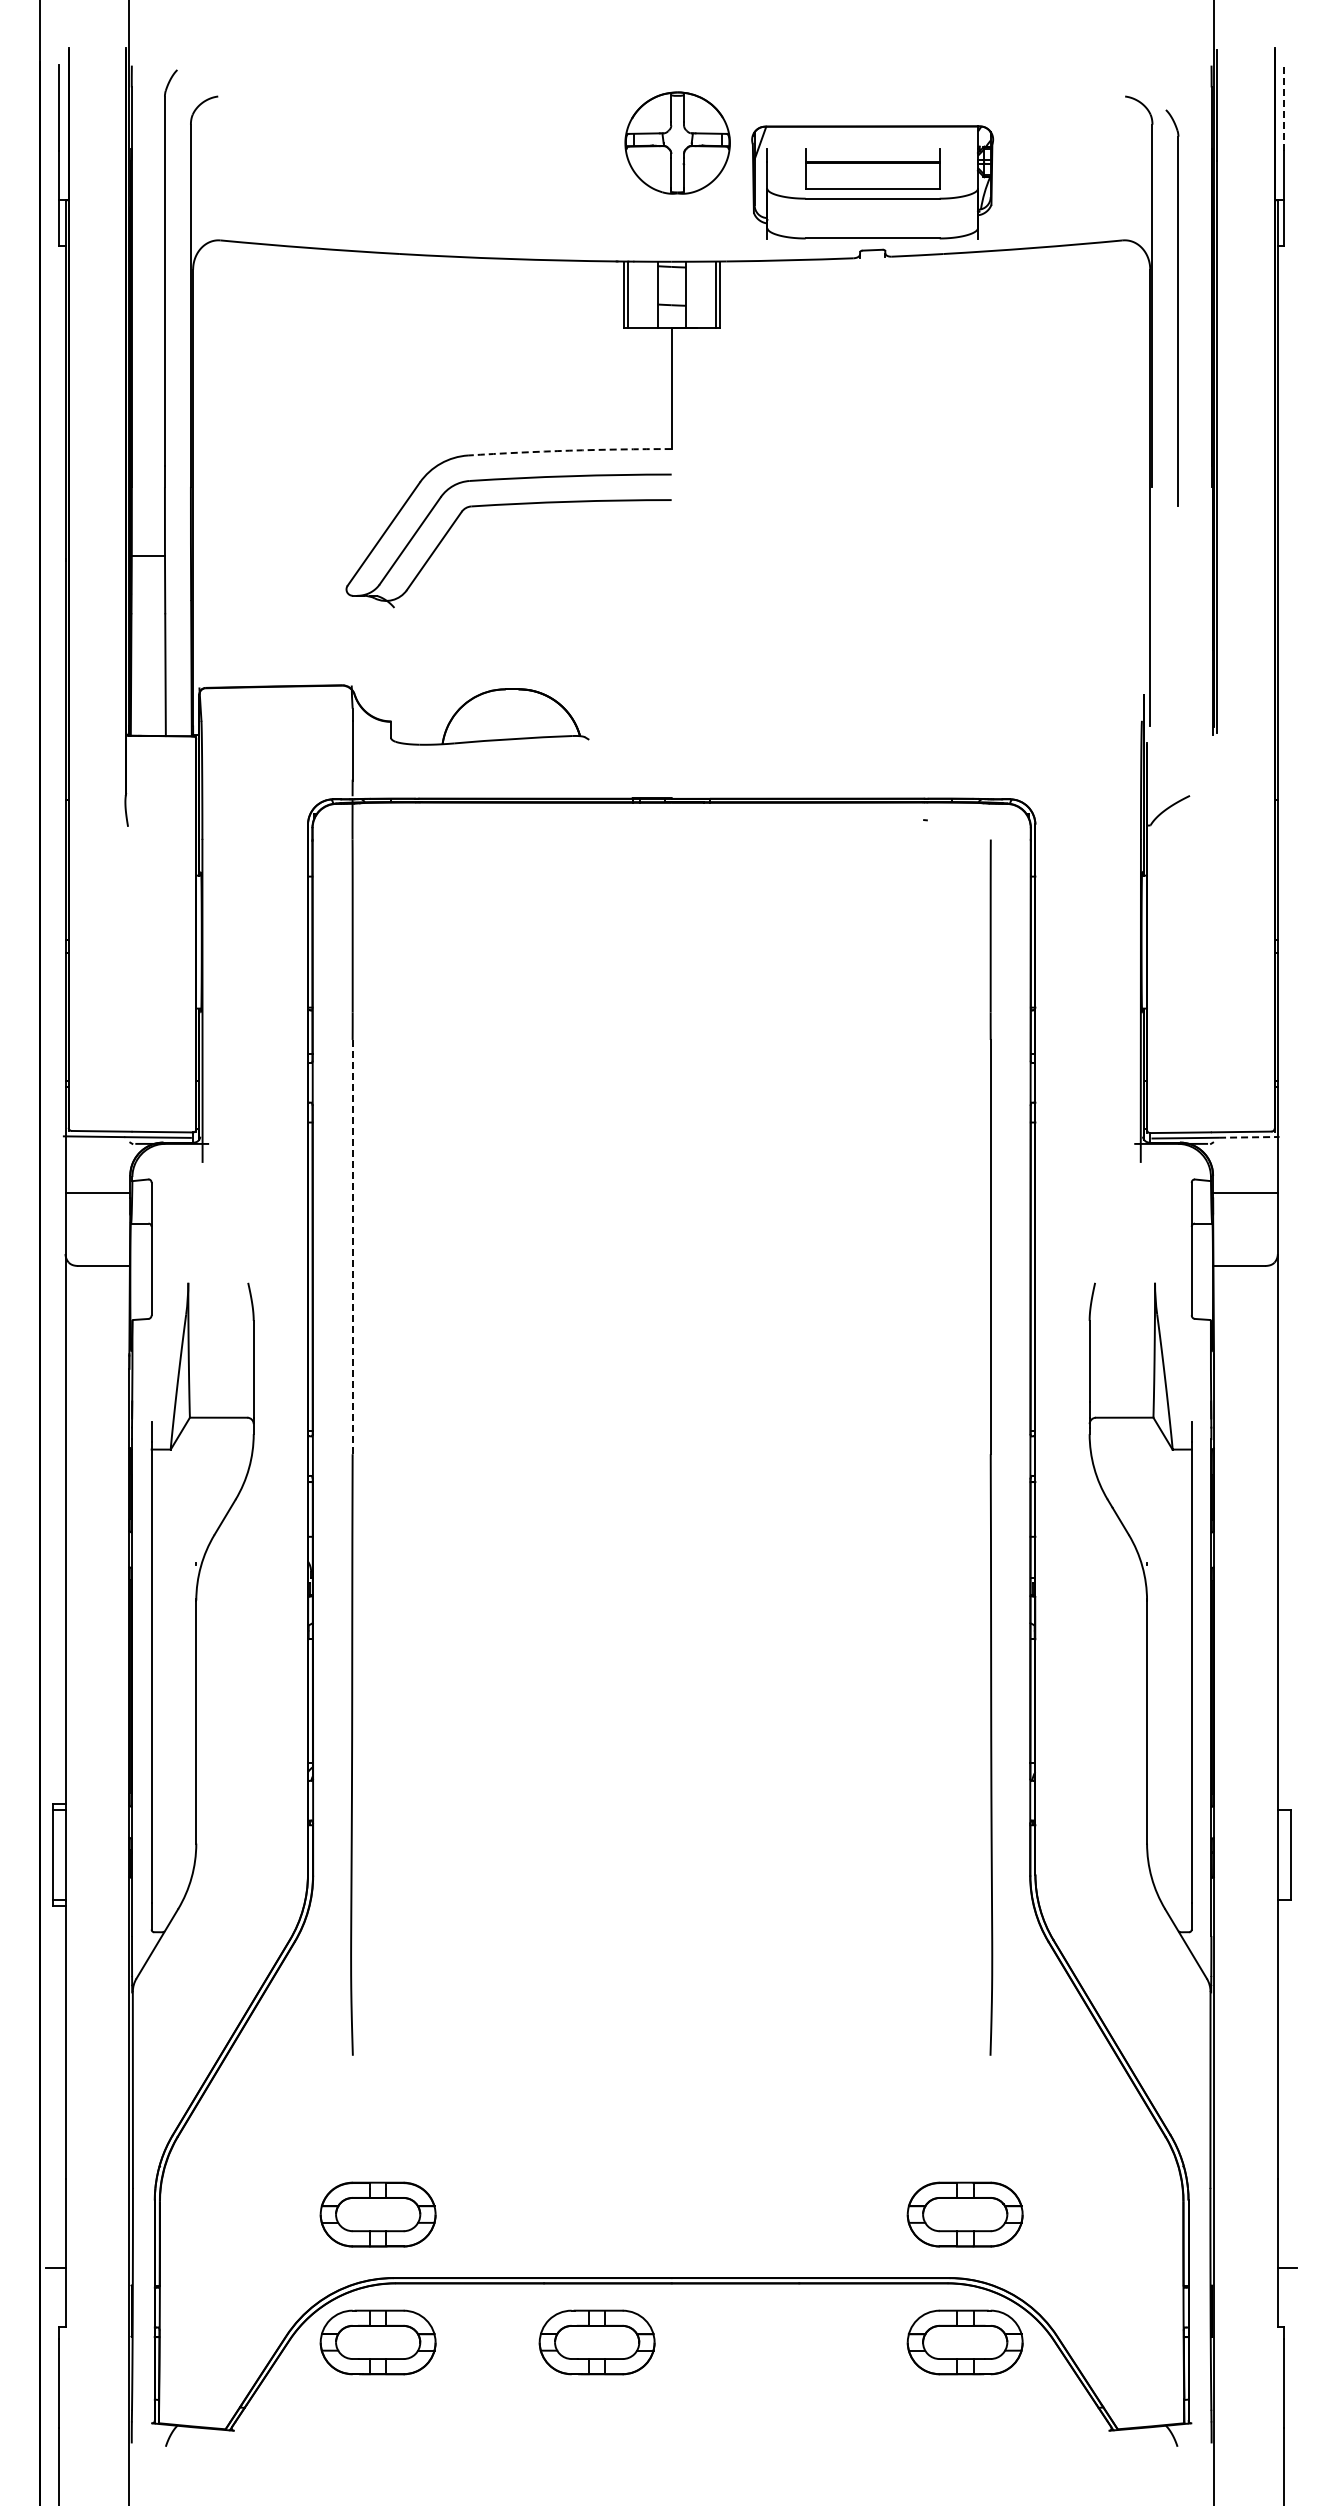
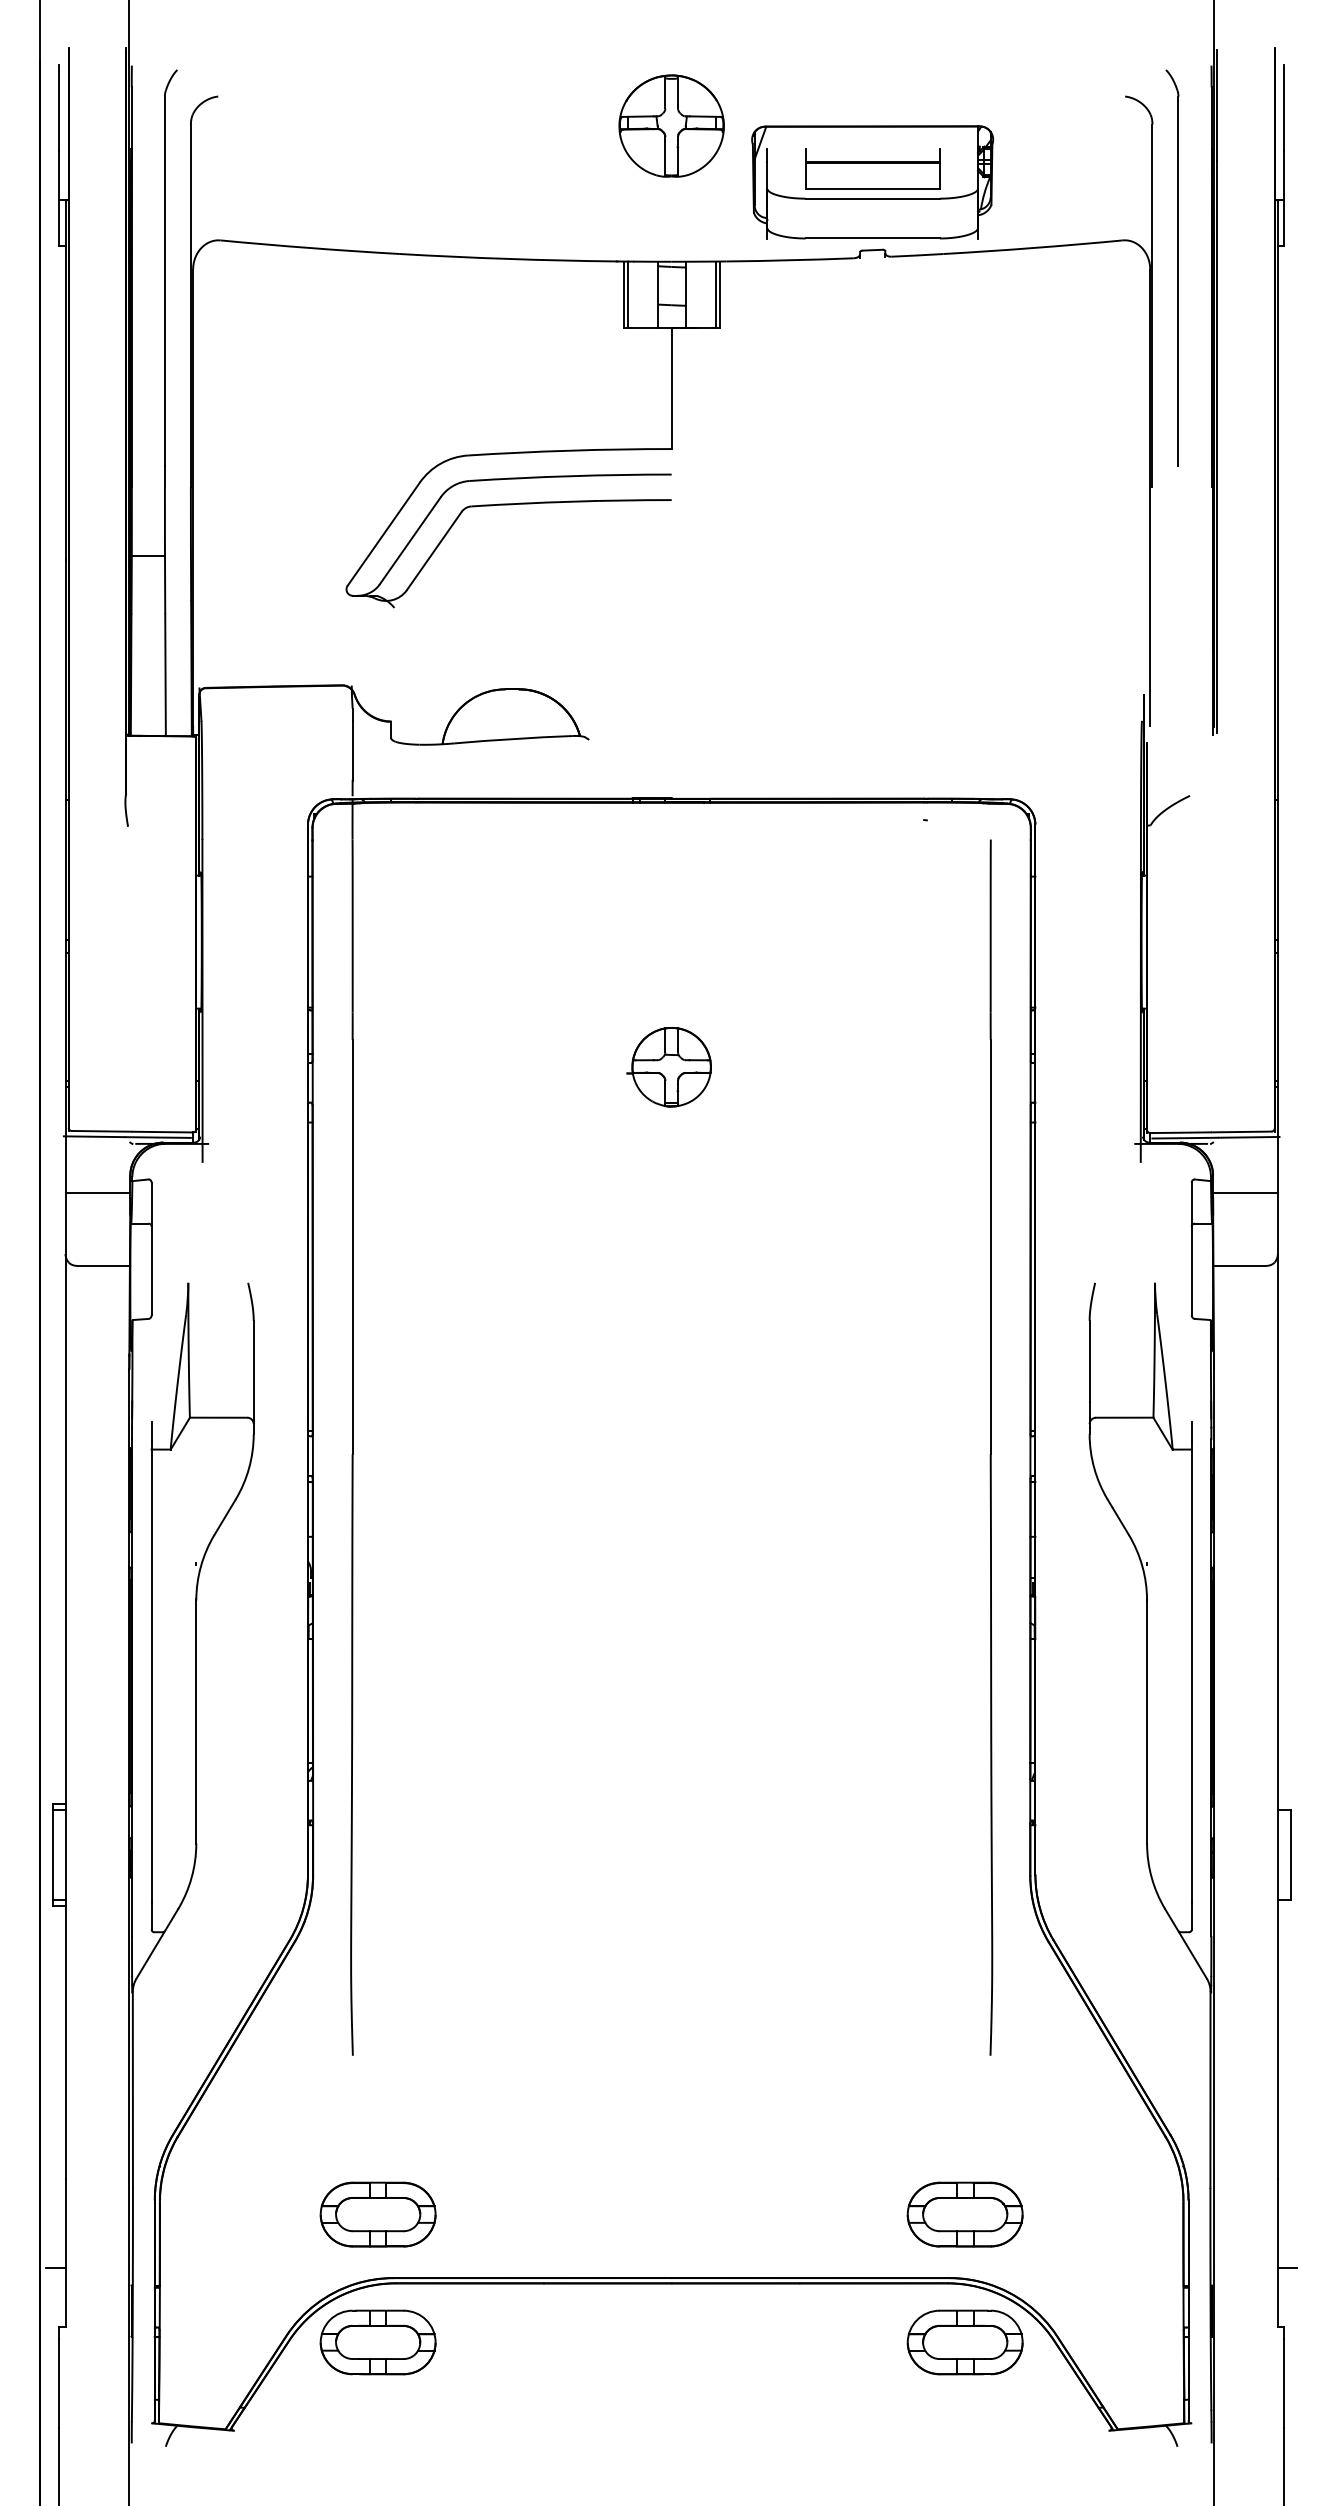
line at (1284, 108): dashed -> solid
part at (677, 142) position: (677, 142) -> (671, 125)
part at (1172, 307) position: (1172, 307) -> (1172, 267)
arc at (569, 450): dashed -> solid
part at (668, 1067): none -> present
line at (1249, 1137): dashed -> solid
line at (352, 1247): dashed -> solid
part at (596, 2342): present -> none
